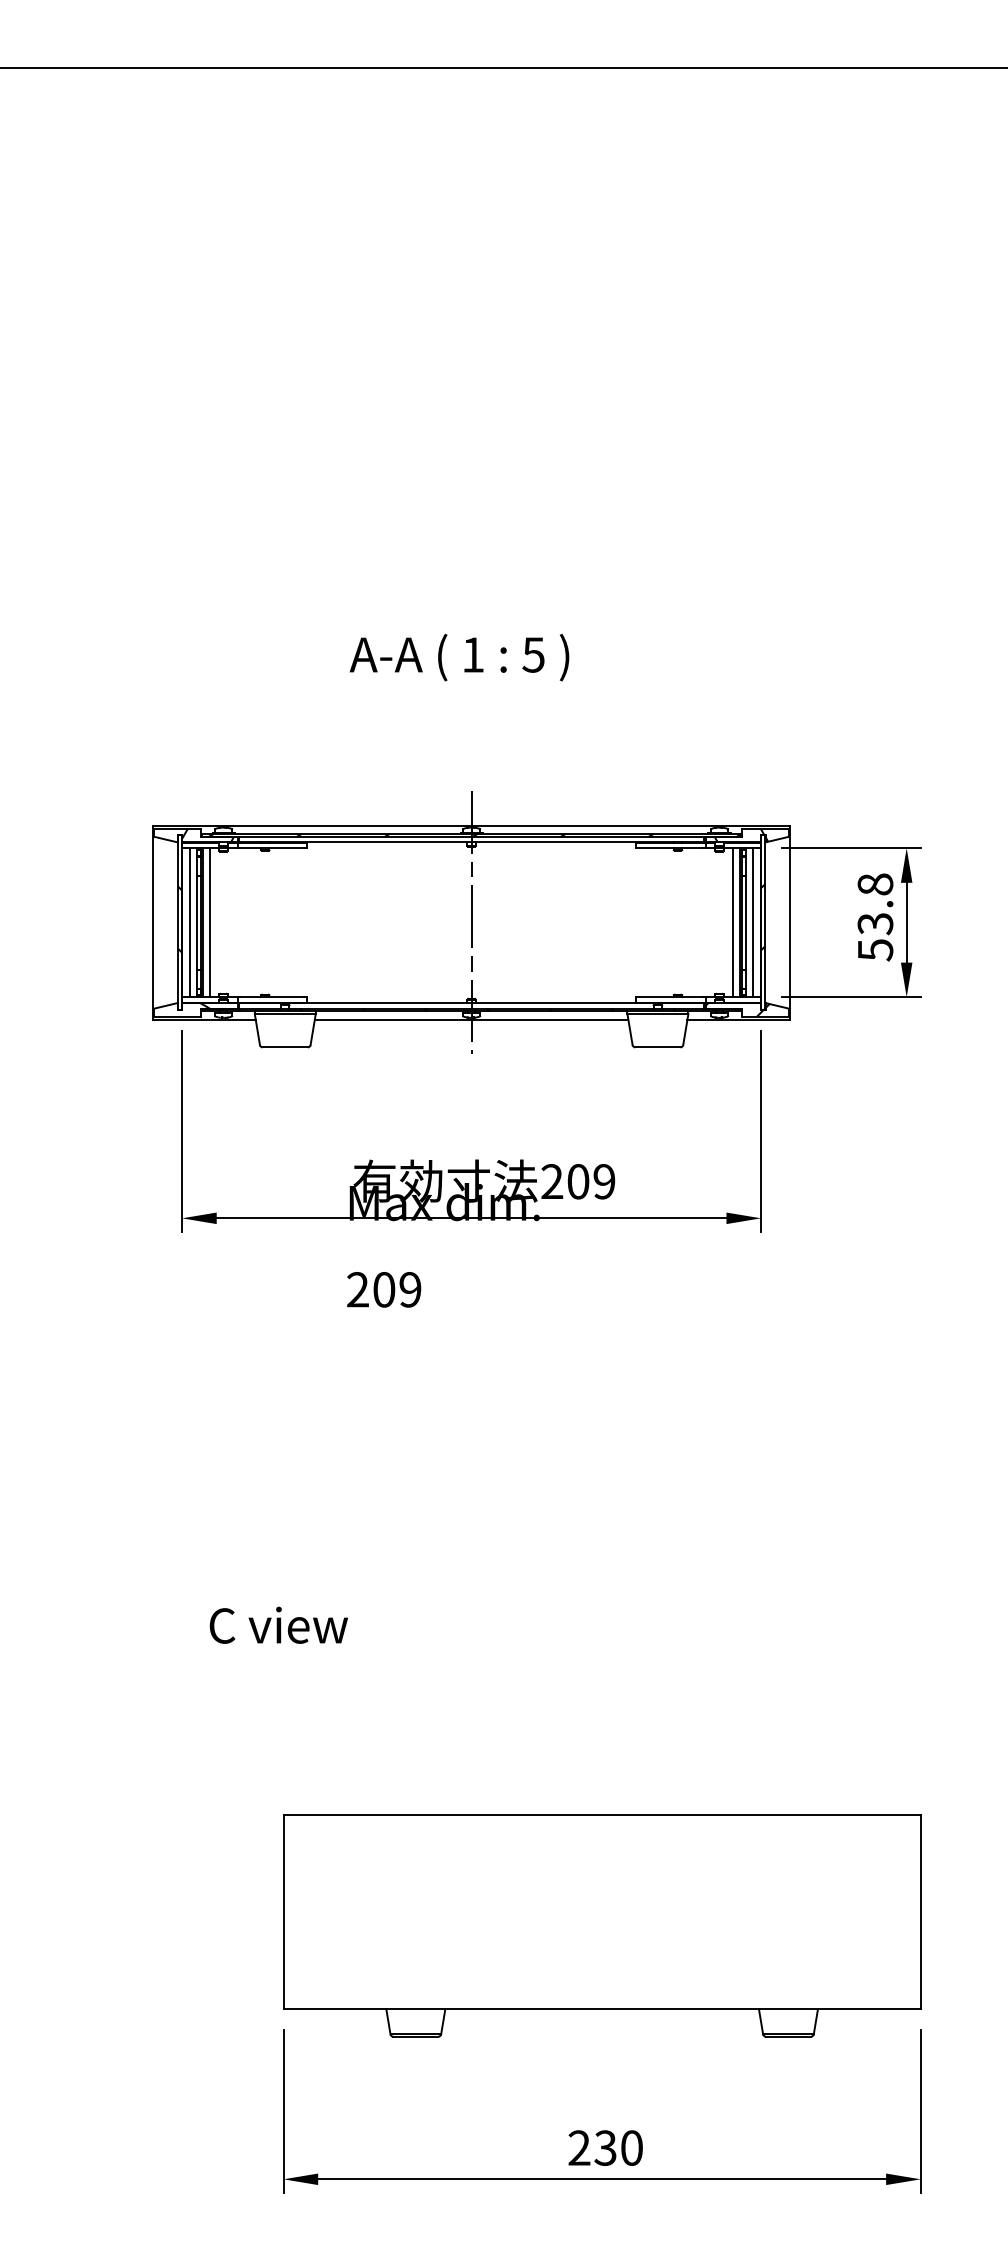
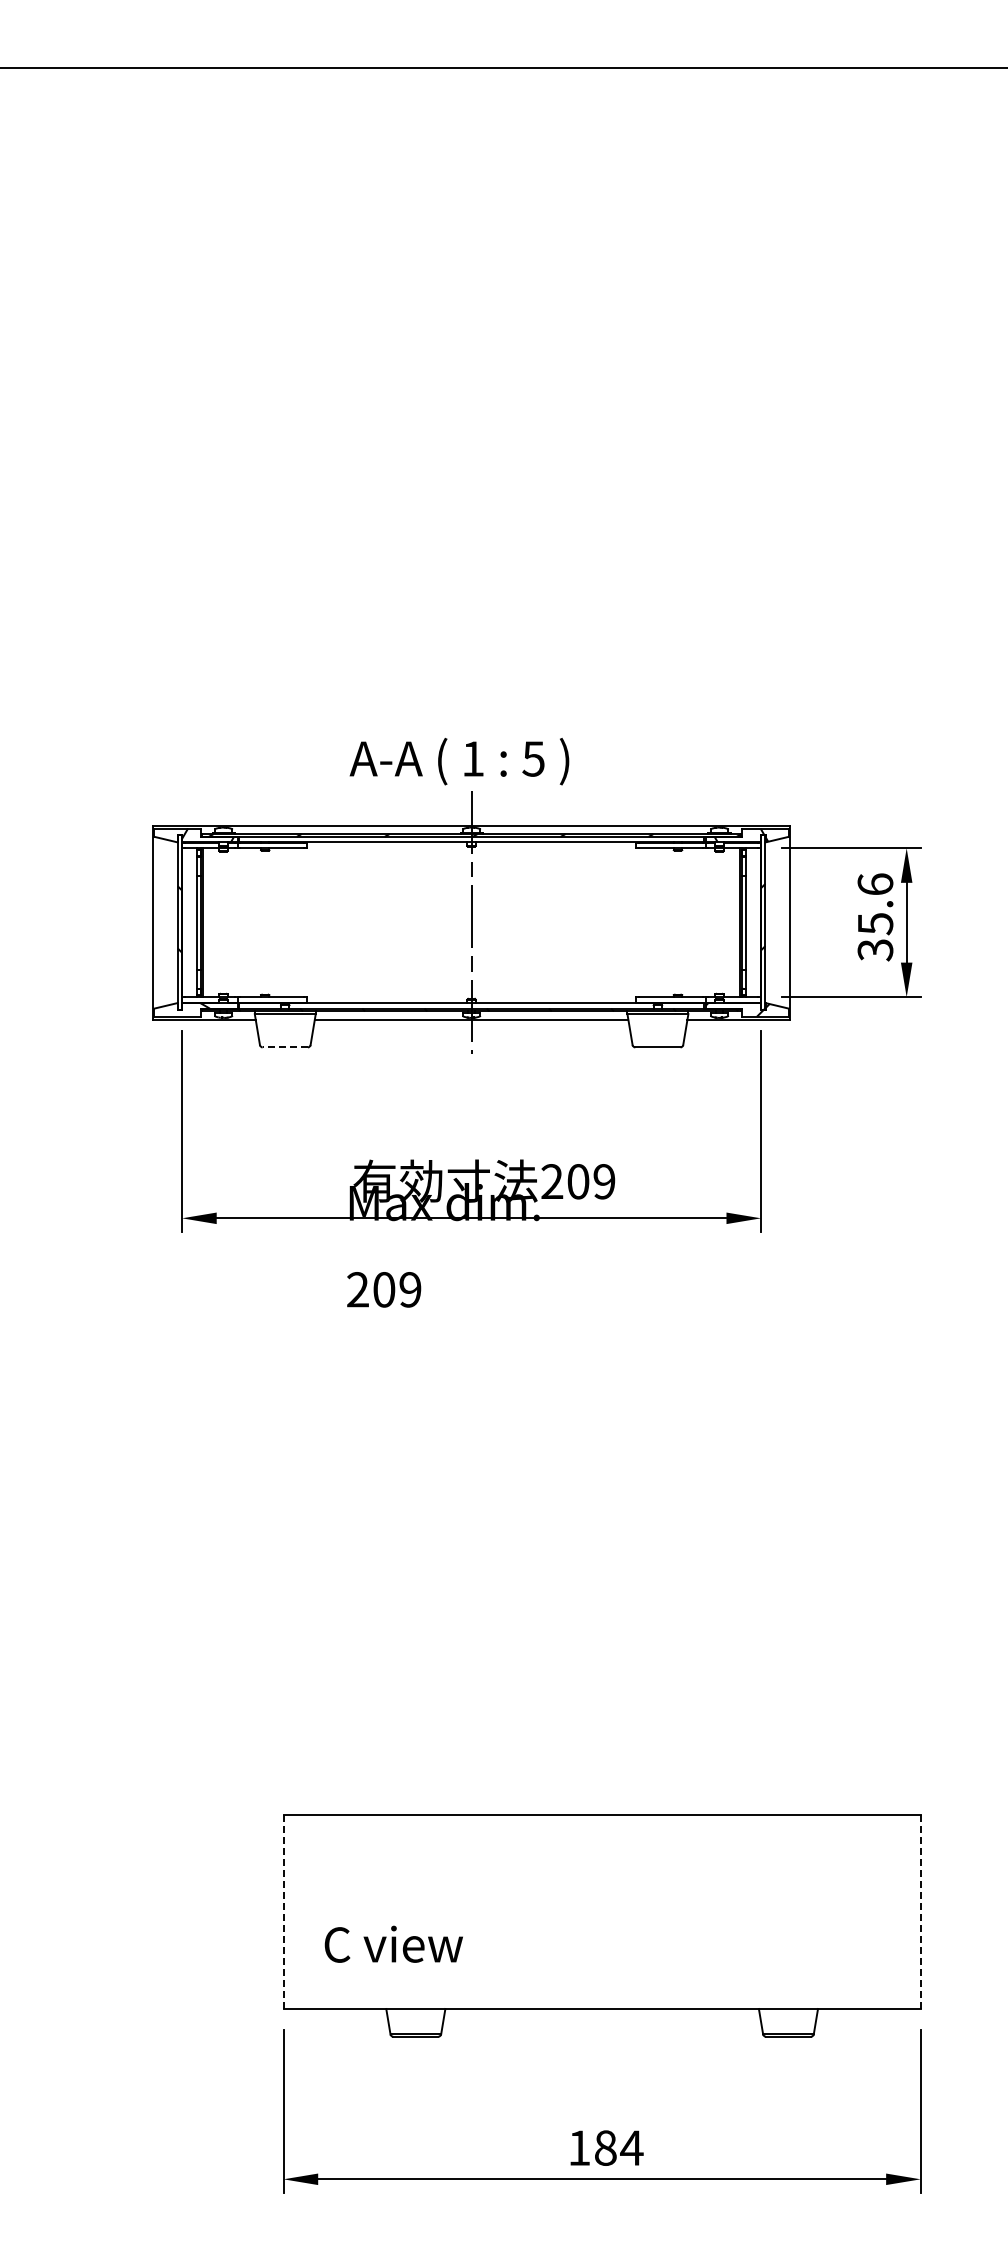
text at (459, 657) position: (459, 657) -> (459, 761)
text at (875, 917): 53.8 -> 35.6
line at (190, 922): present -> none
line at (209, 922): present -> none
line at (733, 922): present -> none
line at (752, 922): present -> none
line at (285, 1047): solid -> dashed
text at (278, 1624) position: (278, 1624) -> (393, 1943)
line at (283, 1912): solid -> dashed
line at (920, 1912): solid -> dashed
text at (605, 2147): 230 -> 184
